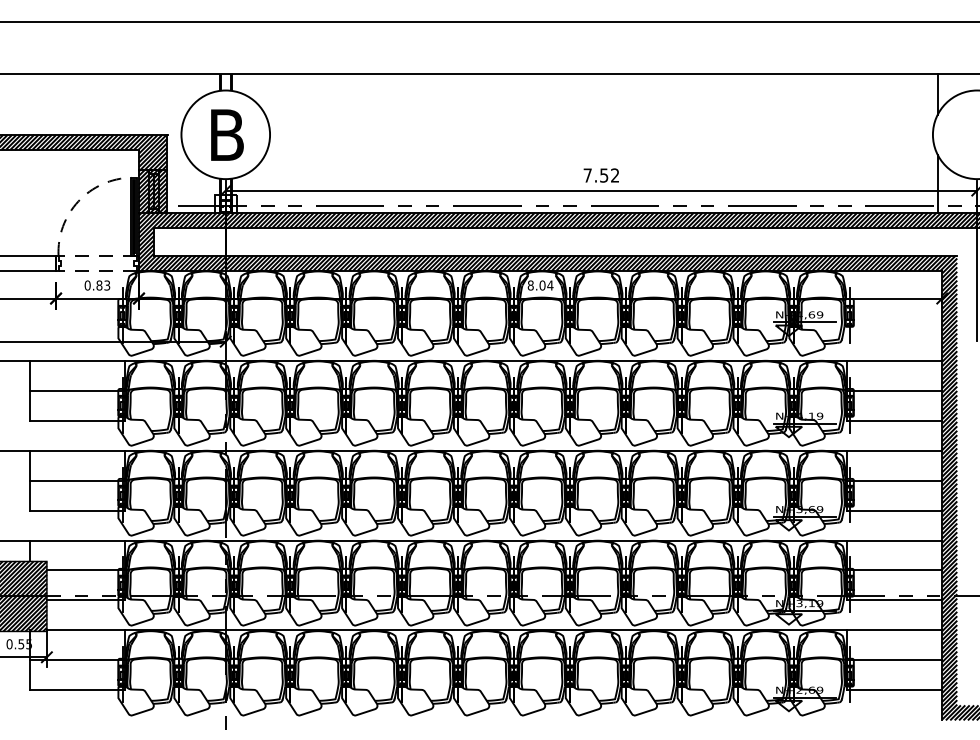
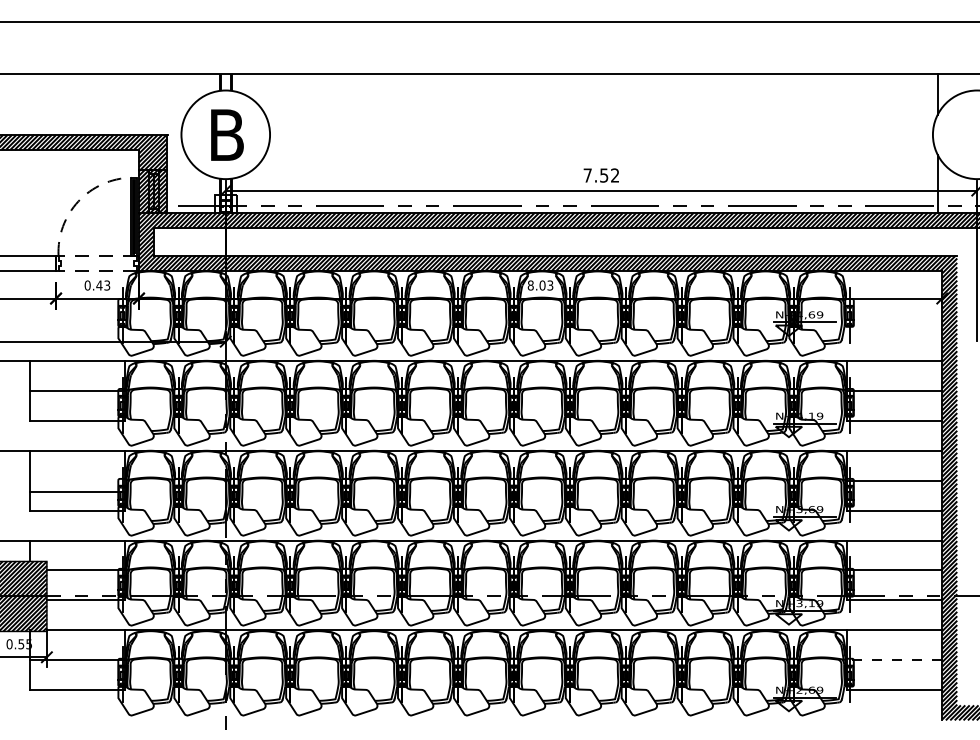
text at (99, 285): 0.83 -> 0.43
text at (550, 285): 8.04 -> 8.03
line at (76, 480) position: (76, 480) -> (76, 491)
line at (894, 660): solid -> dashed
